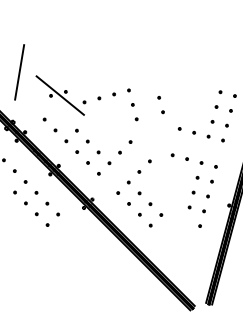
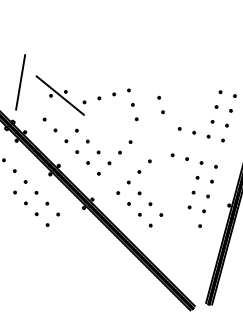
line at (19, 72) position: (19, 72) -> (20, 82)
